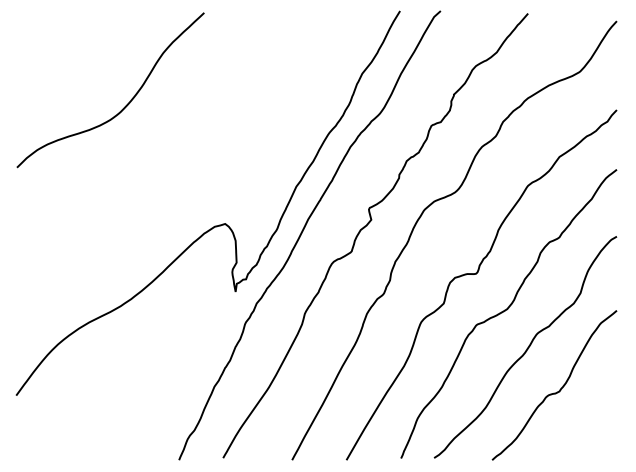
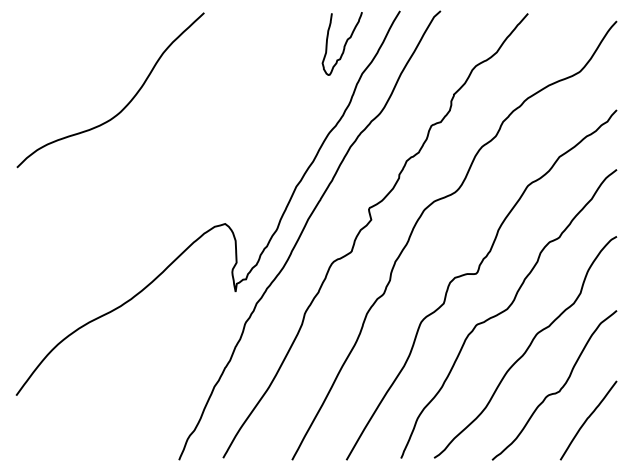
curve at (344, 43): none -> present
curve at (587, 420): none -> present
